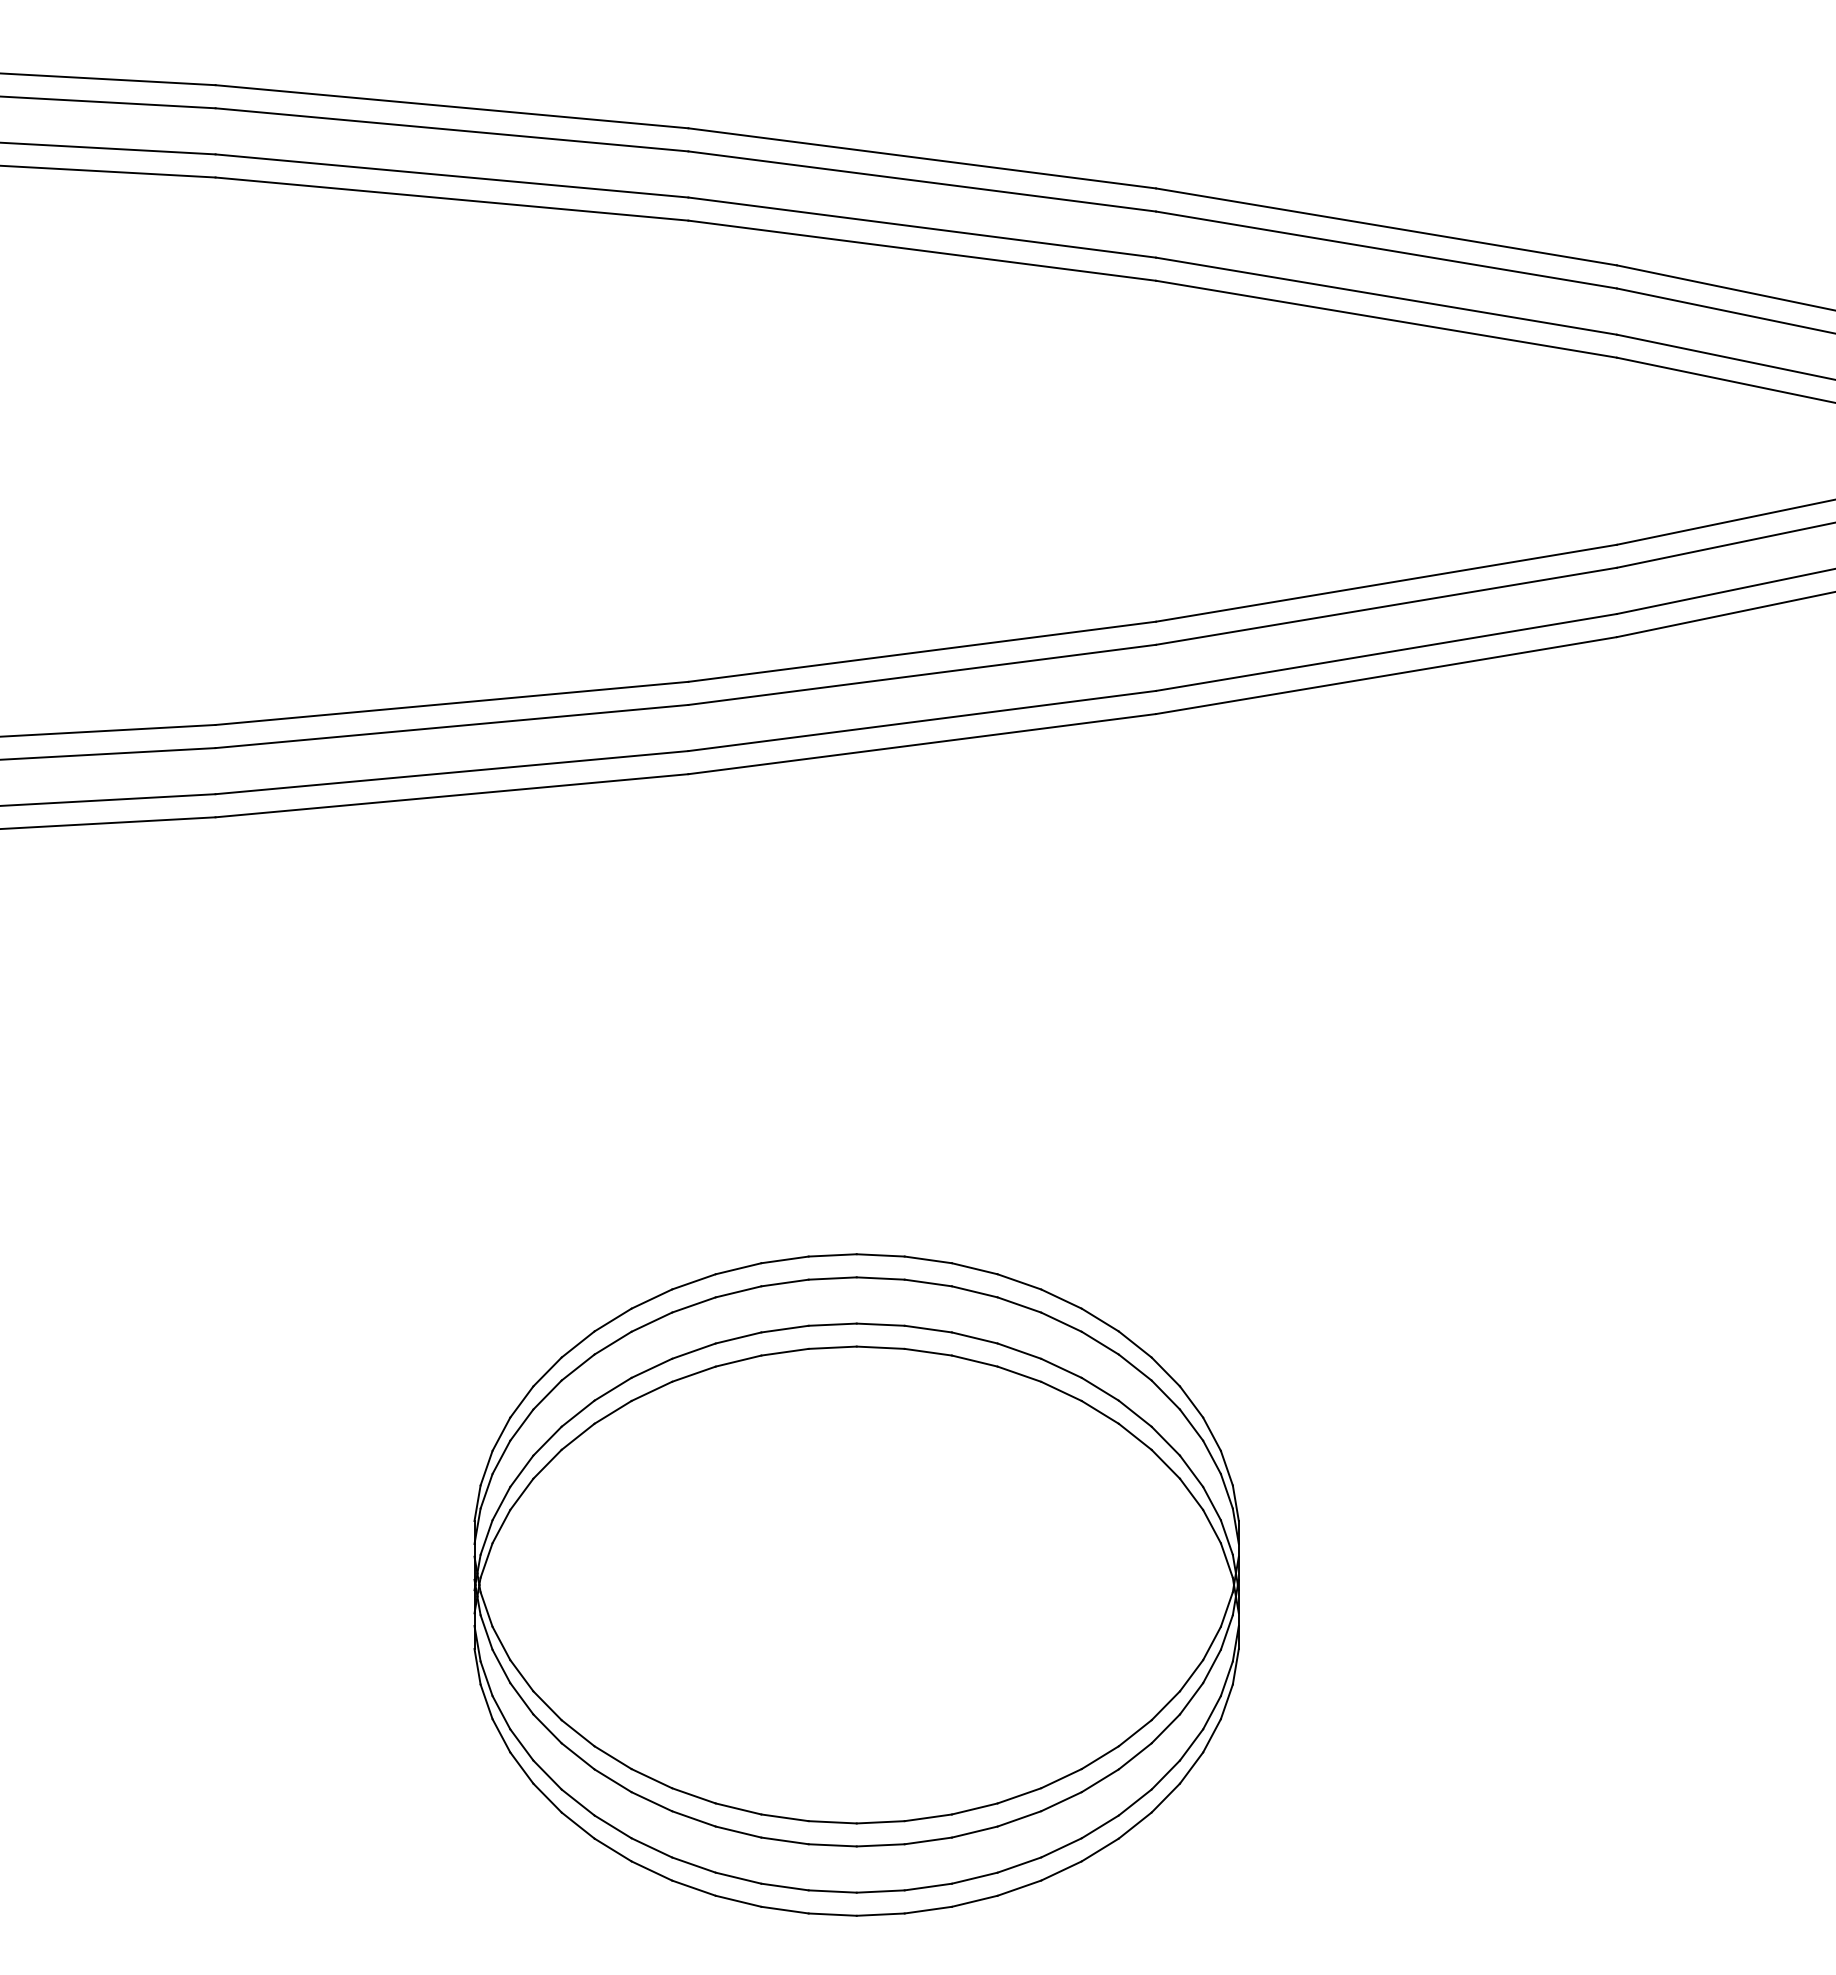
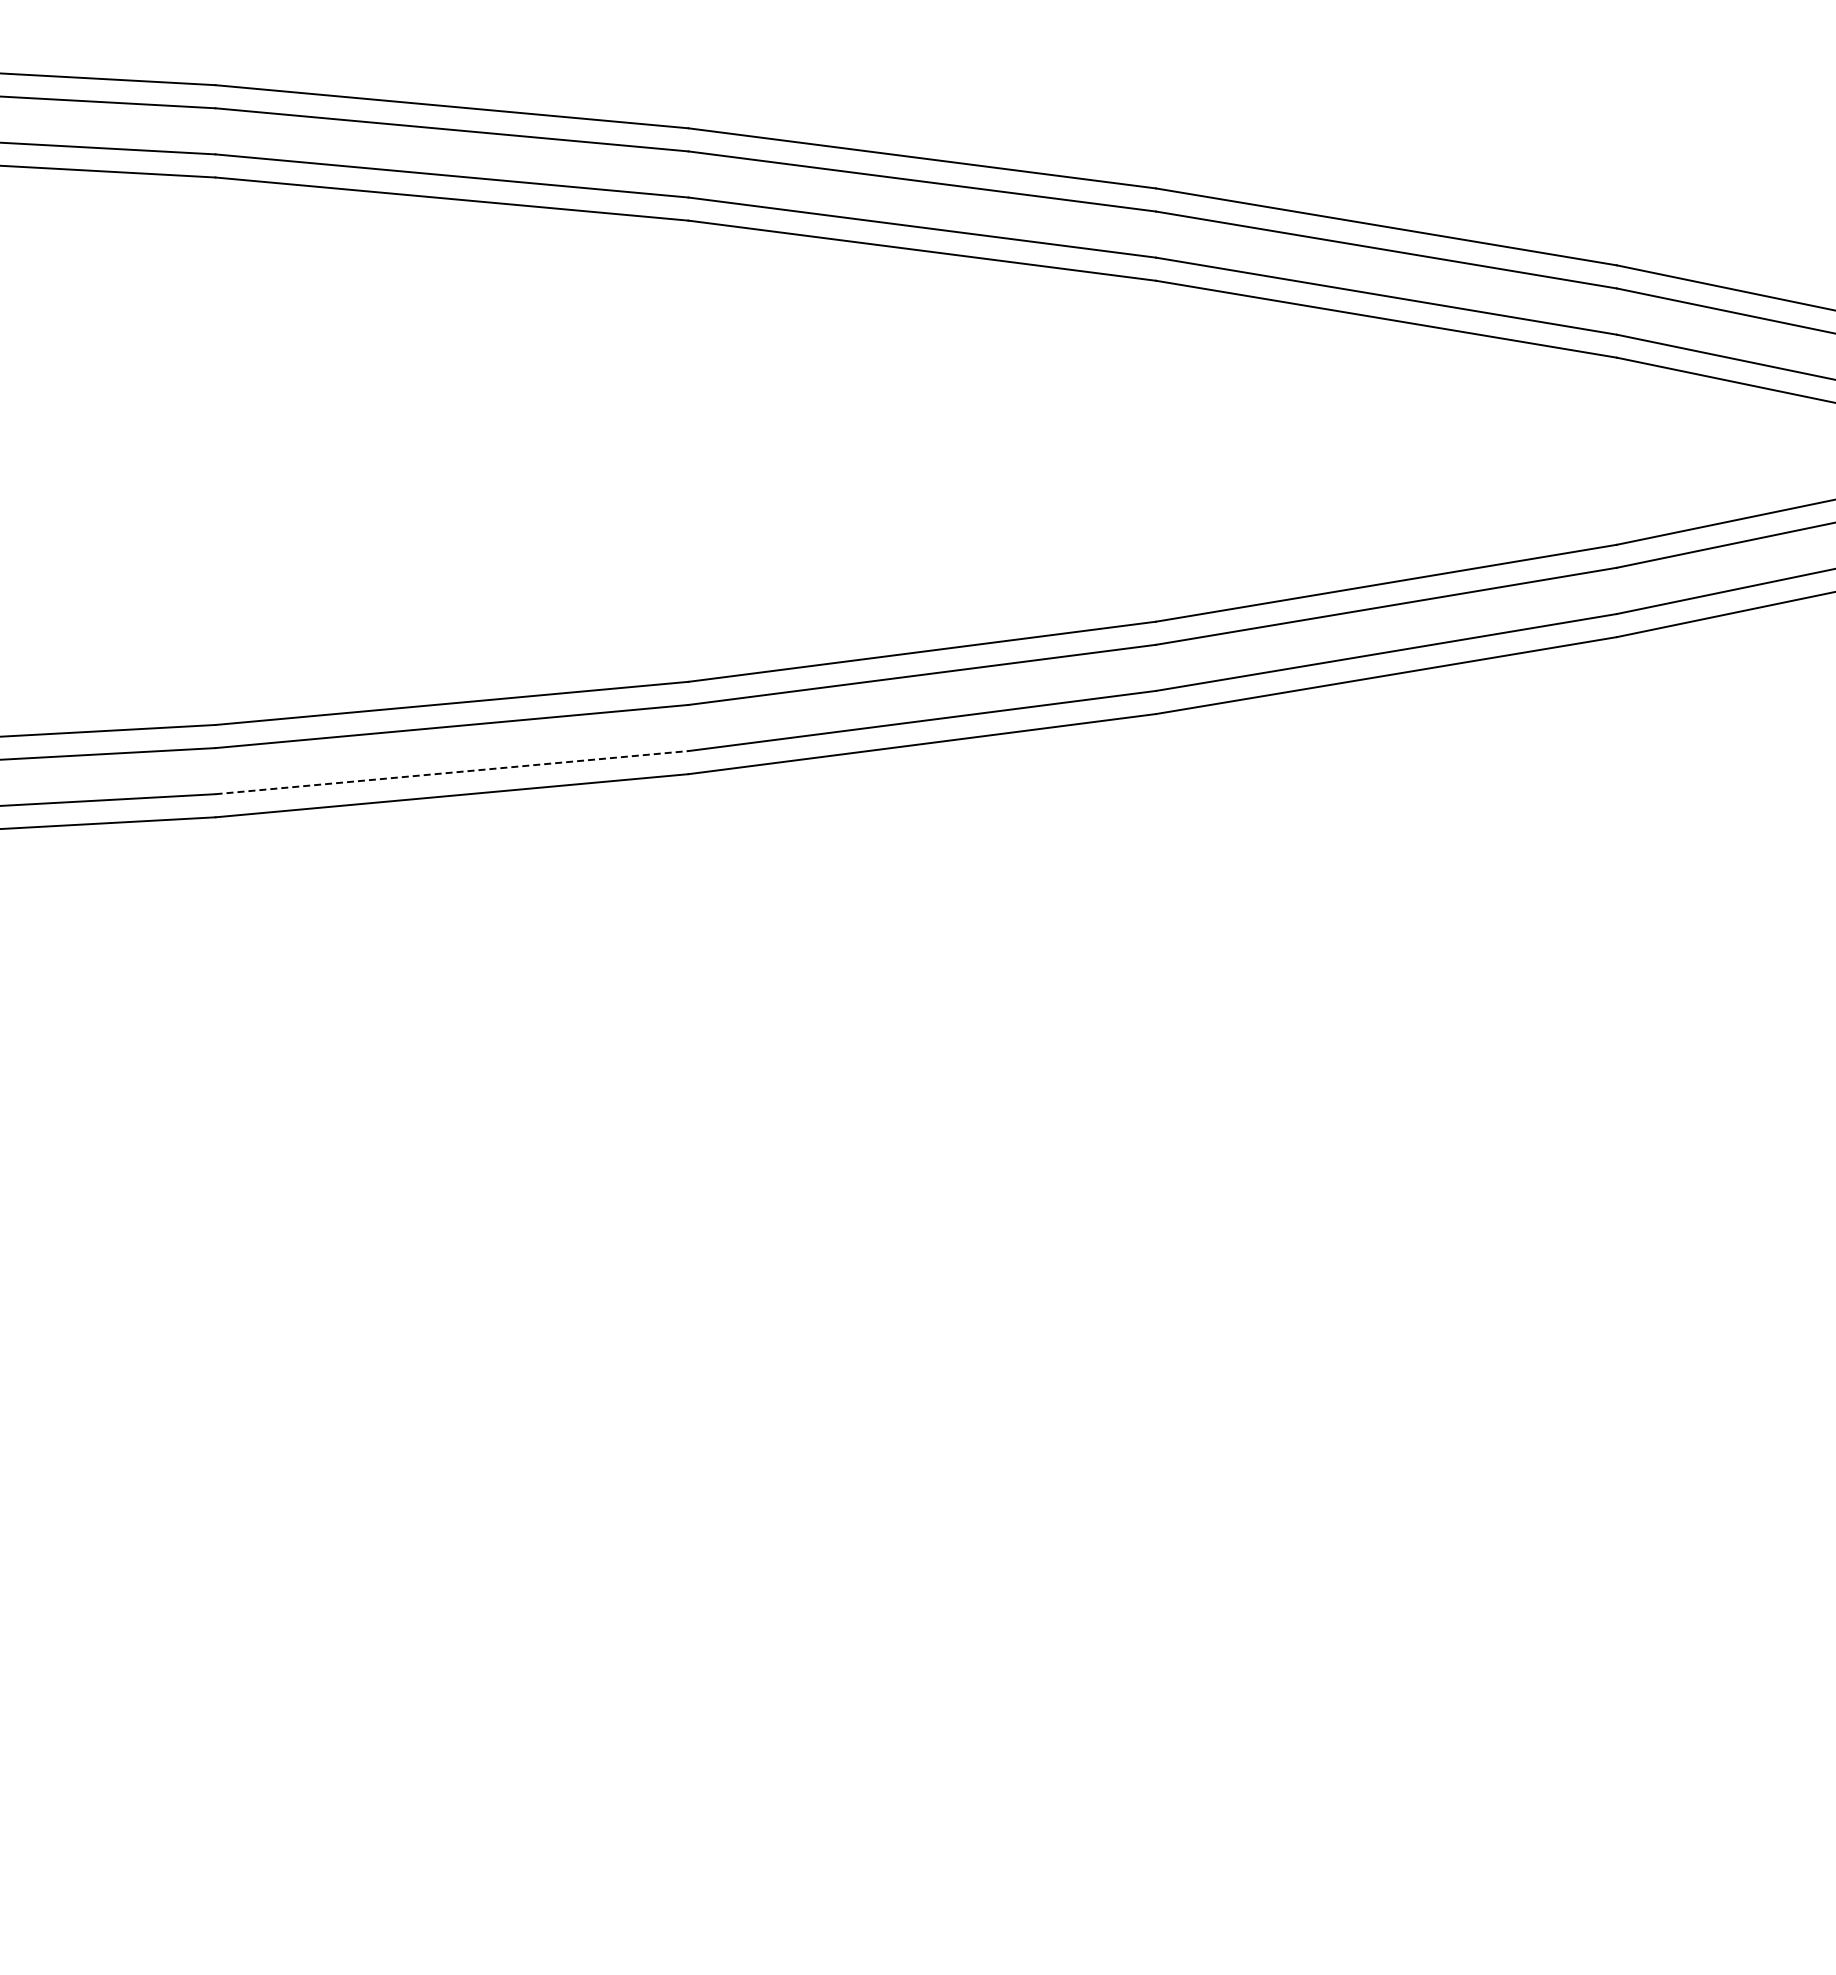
line at (452, 772): solid -> dashed
part at (856, 1584): present -> none
